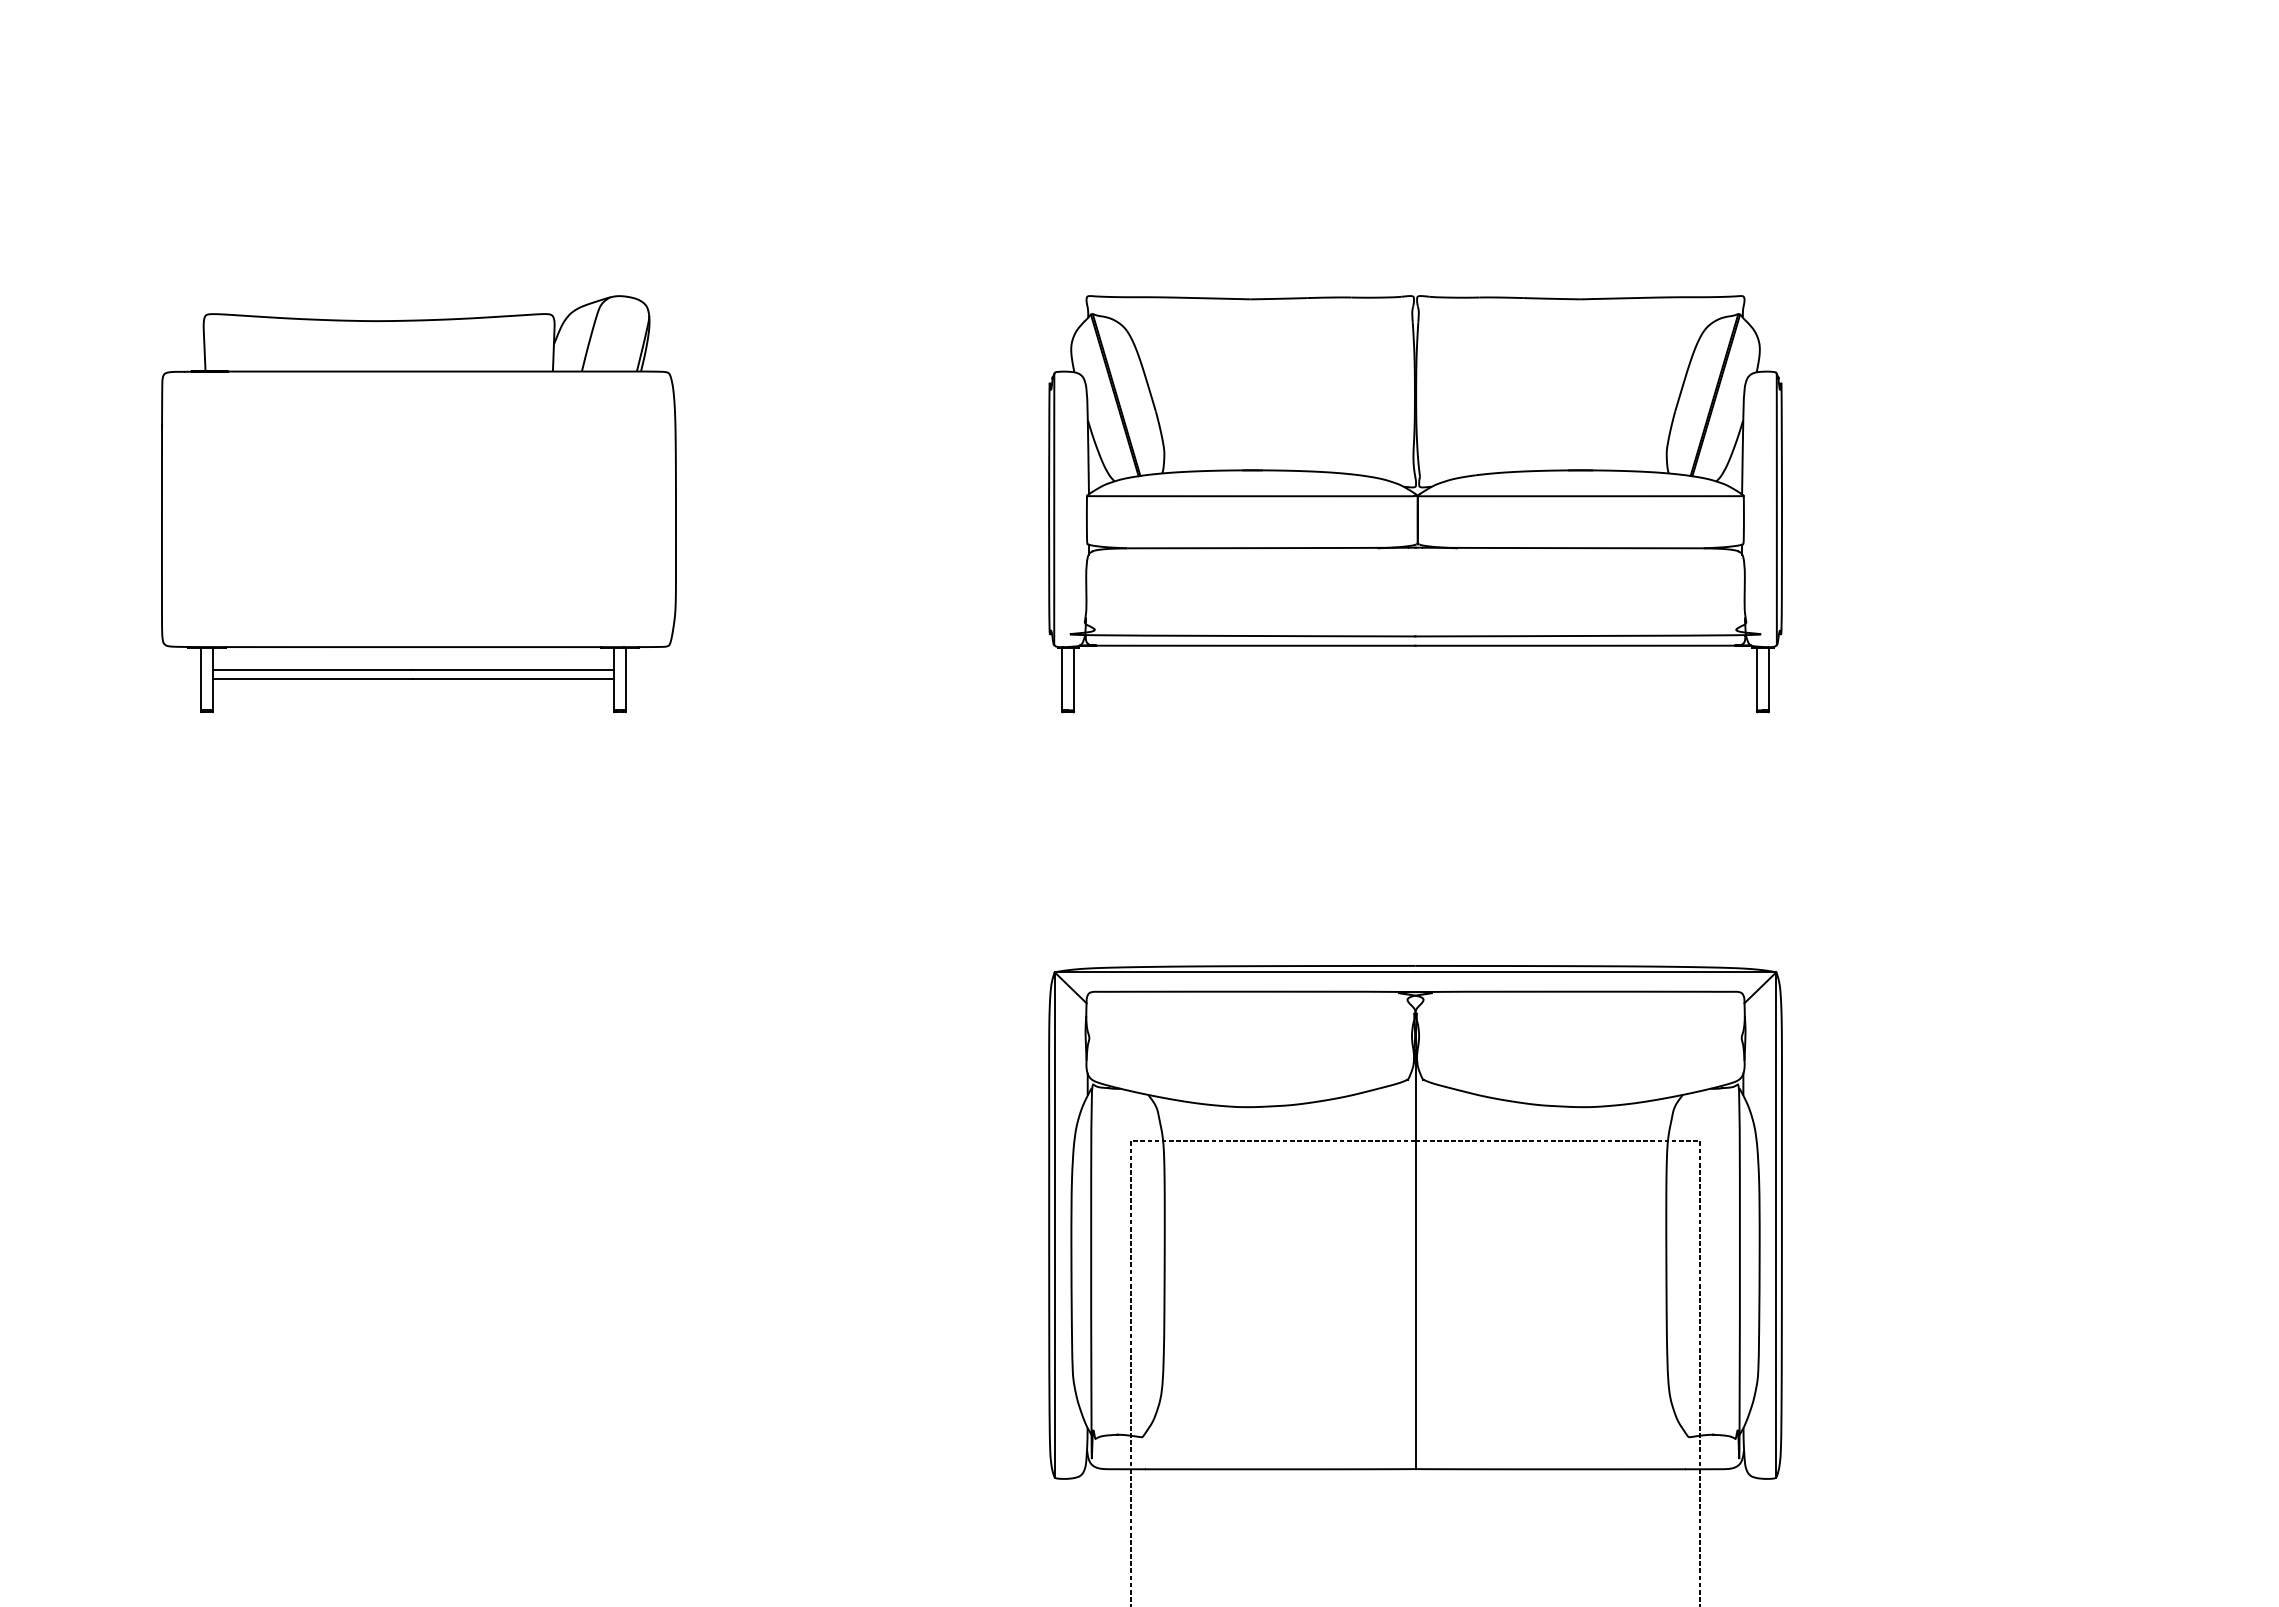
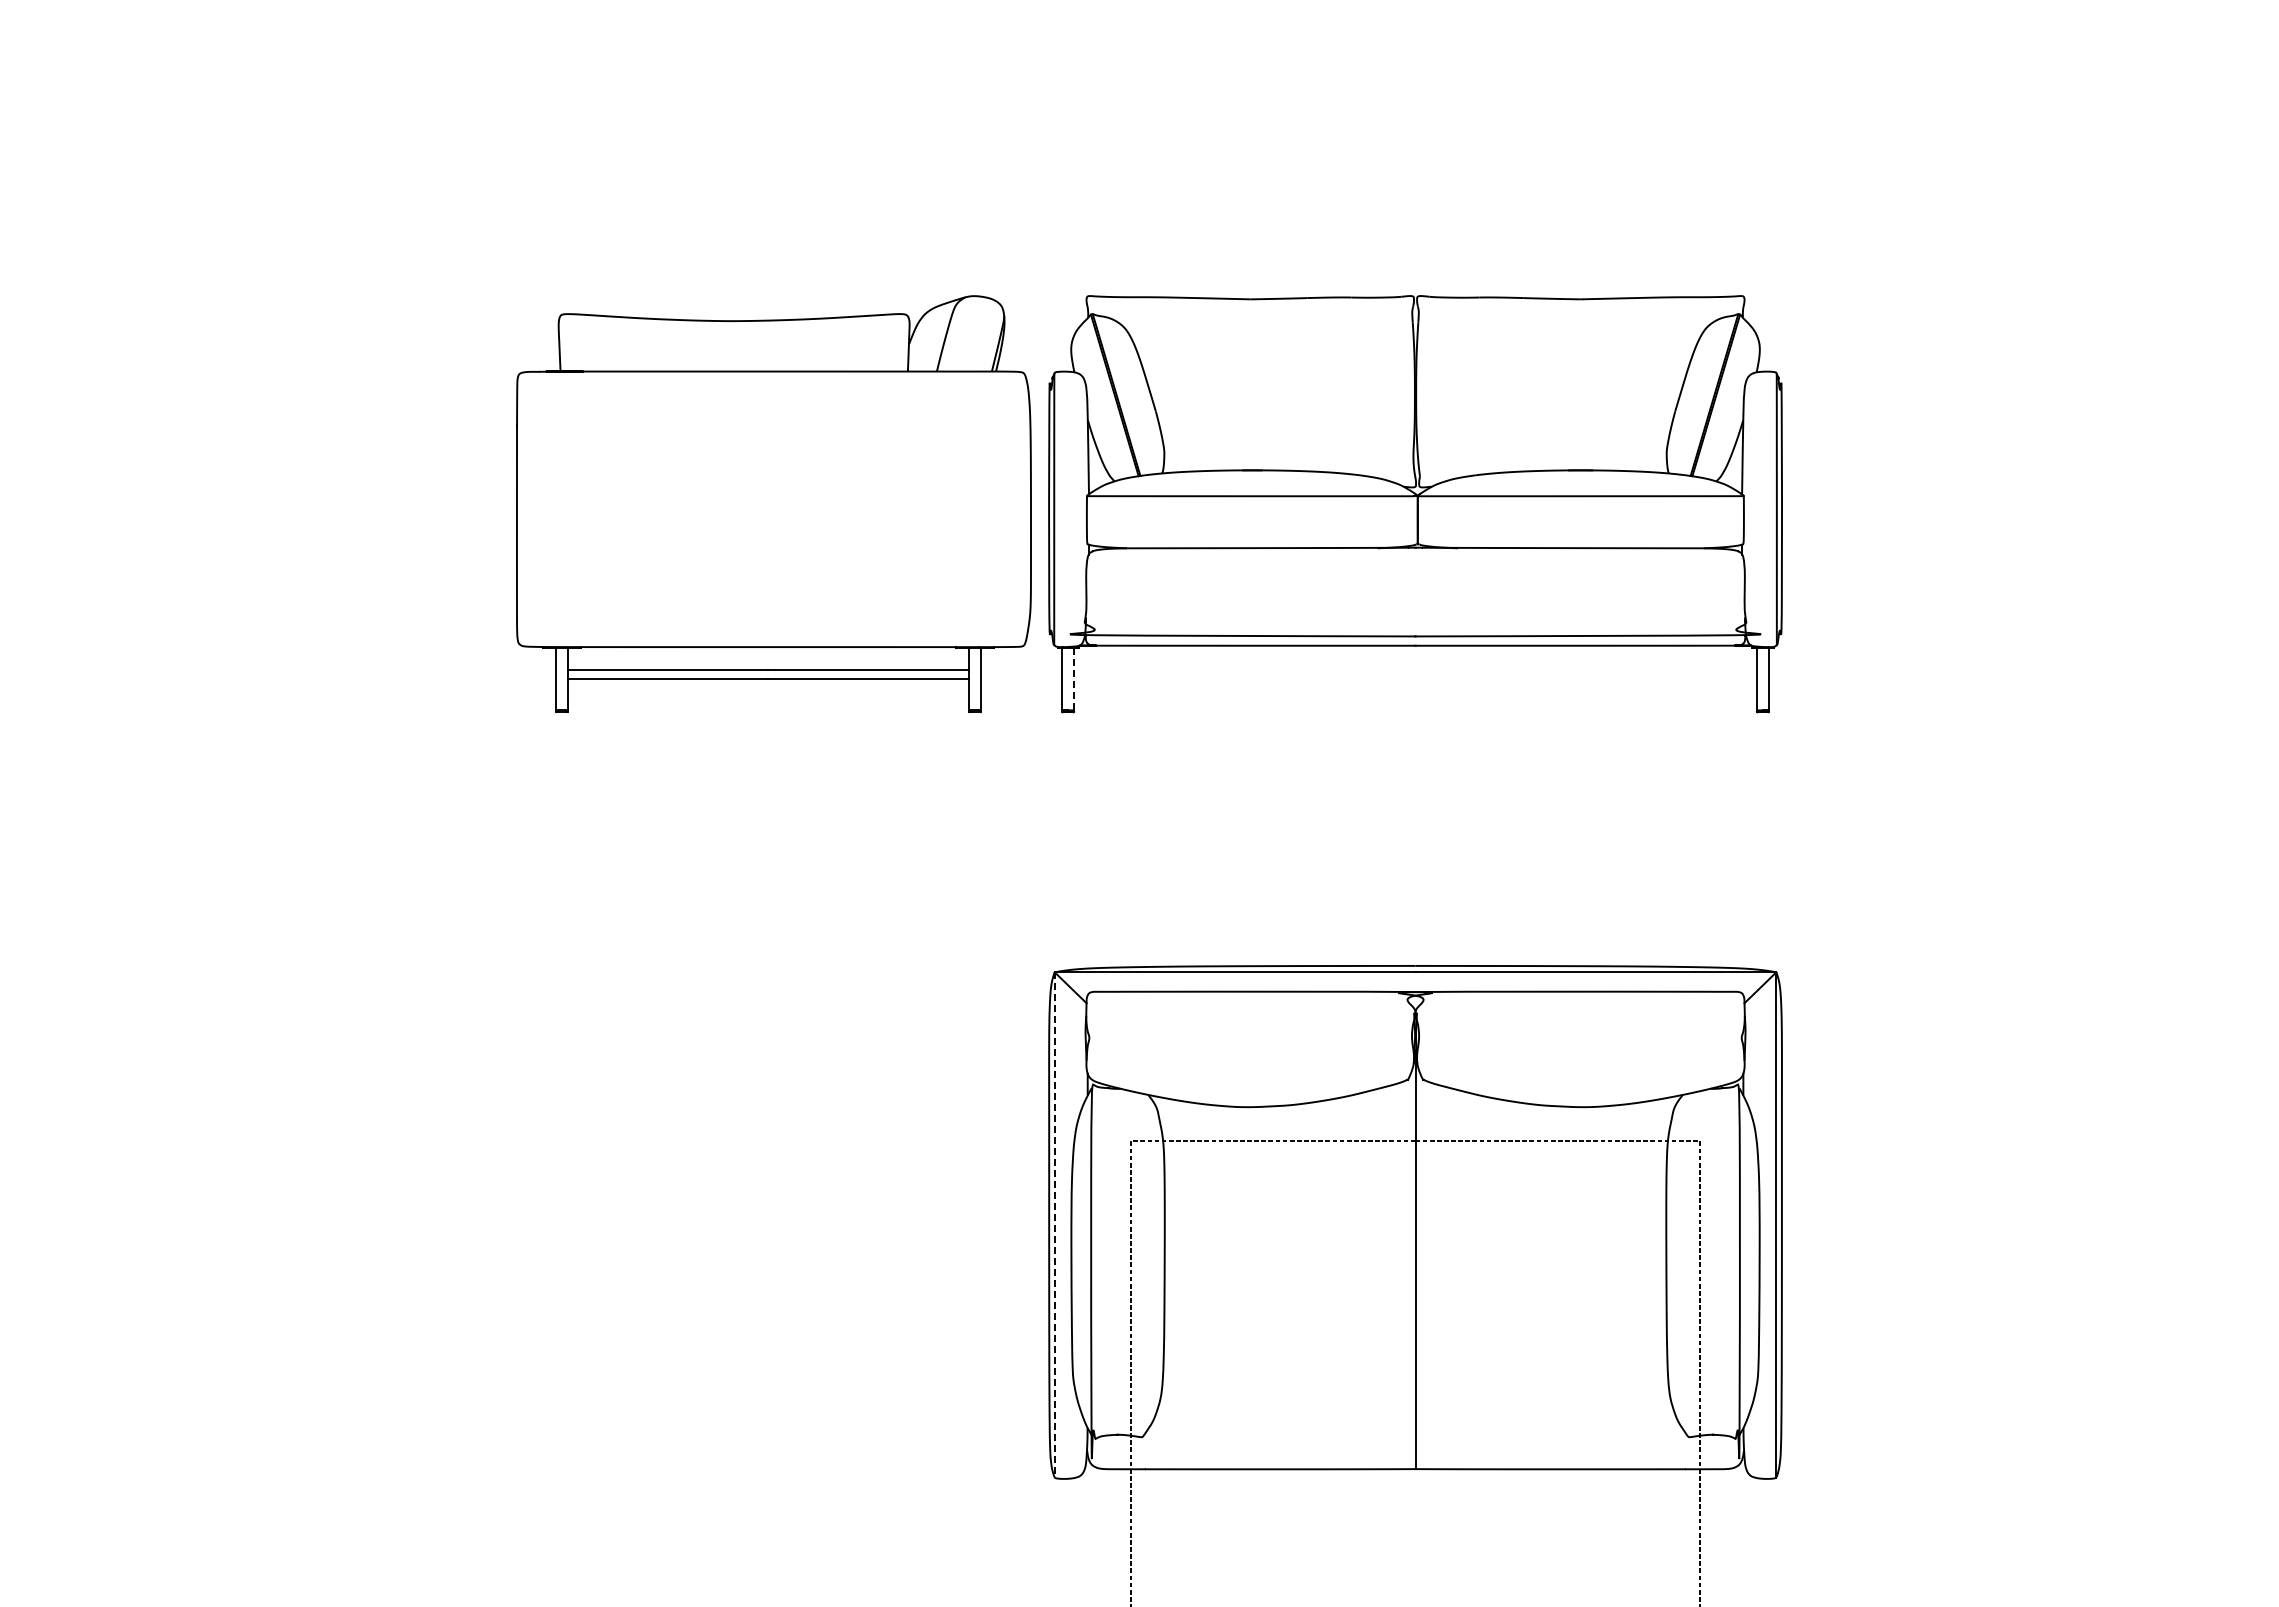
part at (418, 504) position: (418, 504) -> (773, 504)
line at (1074, 679): solid -> dashed
line at (1054, 1224): solid -> dashed
